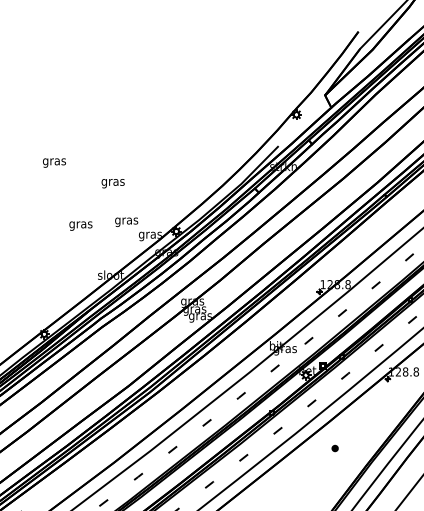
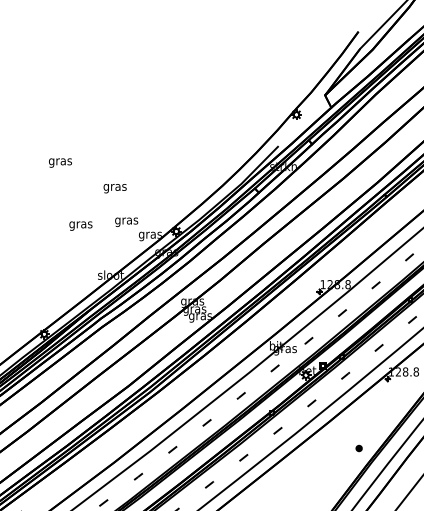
text at (54, 162) position: (54, 162) -> (60, 162)
text at (112, 183) position: (112, 183) -> (114, 188)
part at (334, 448) position: (334, 448) -> (358, 448)
